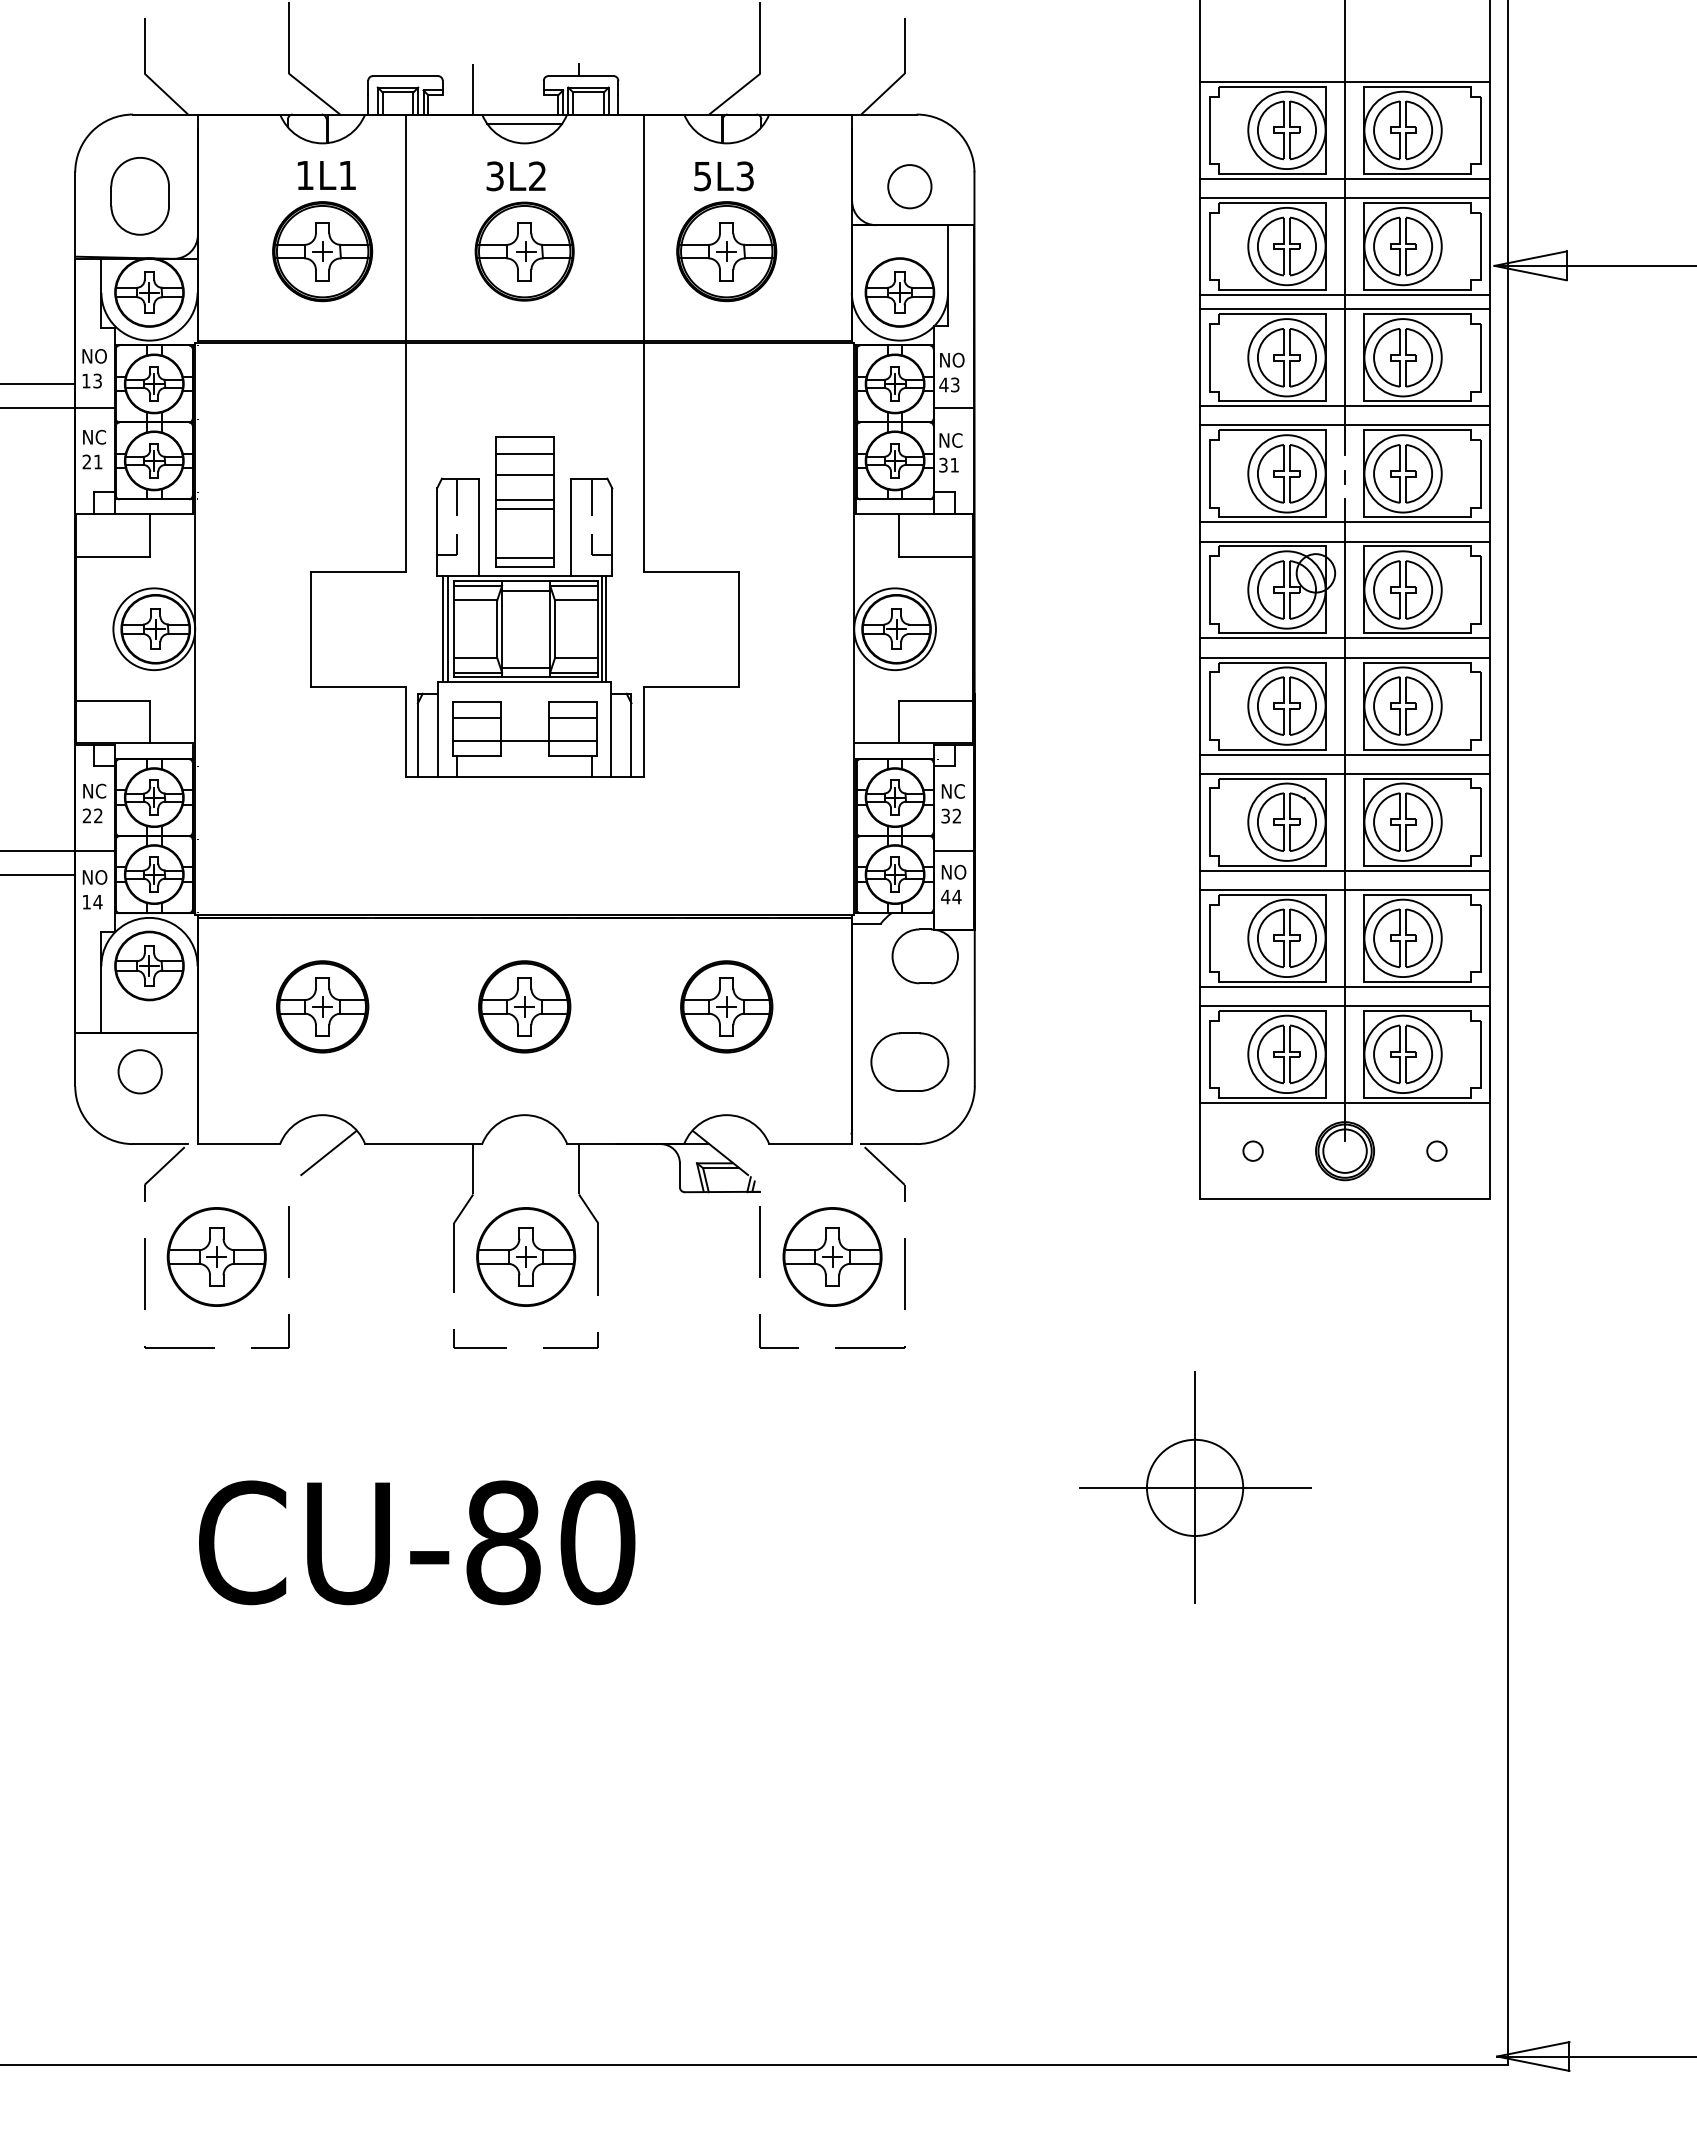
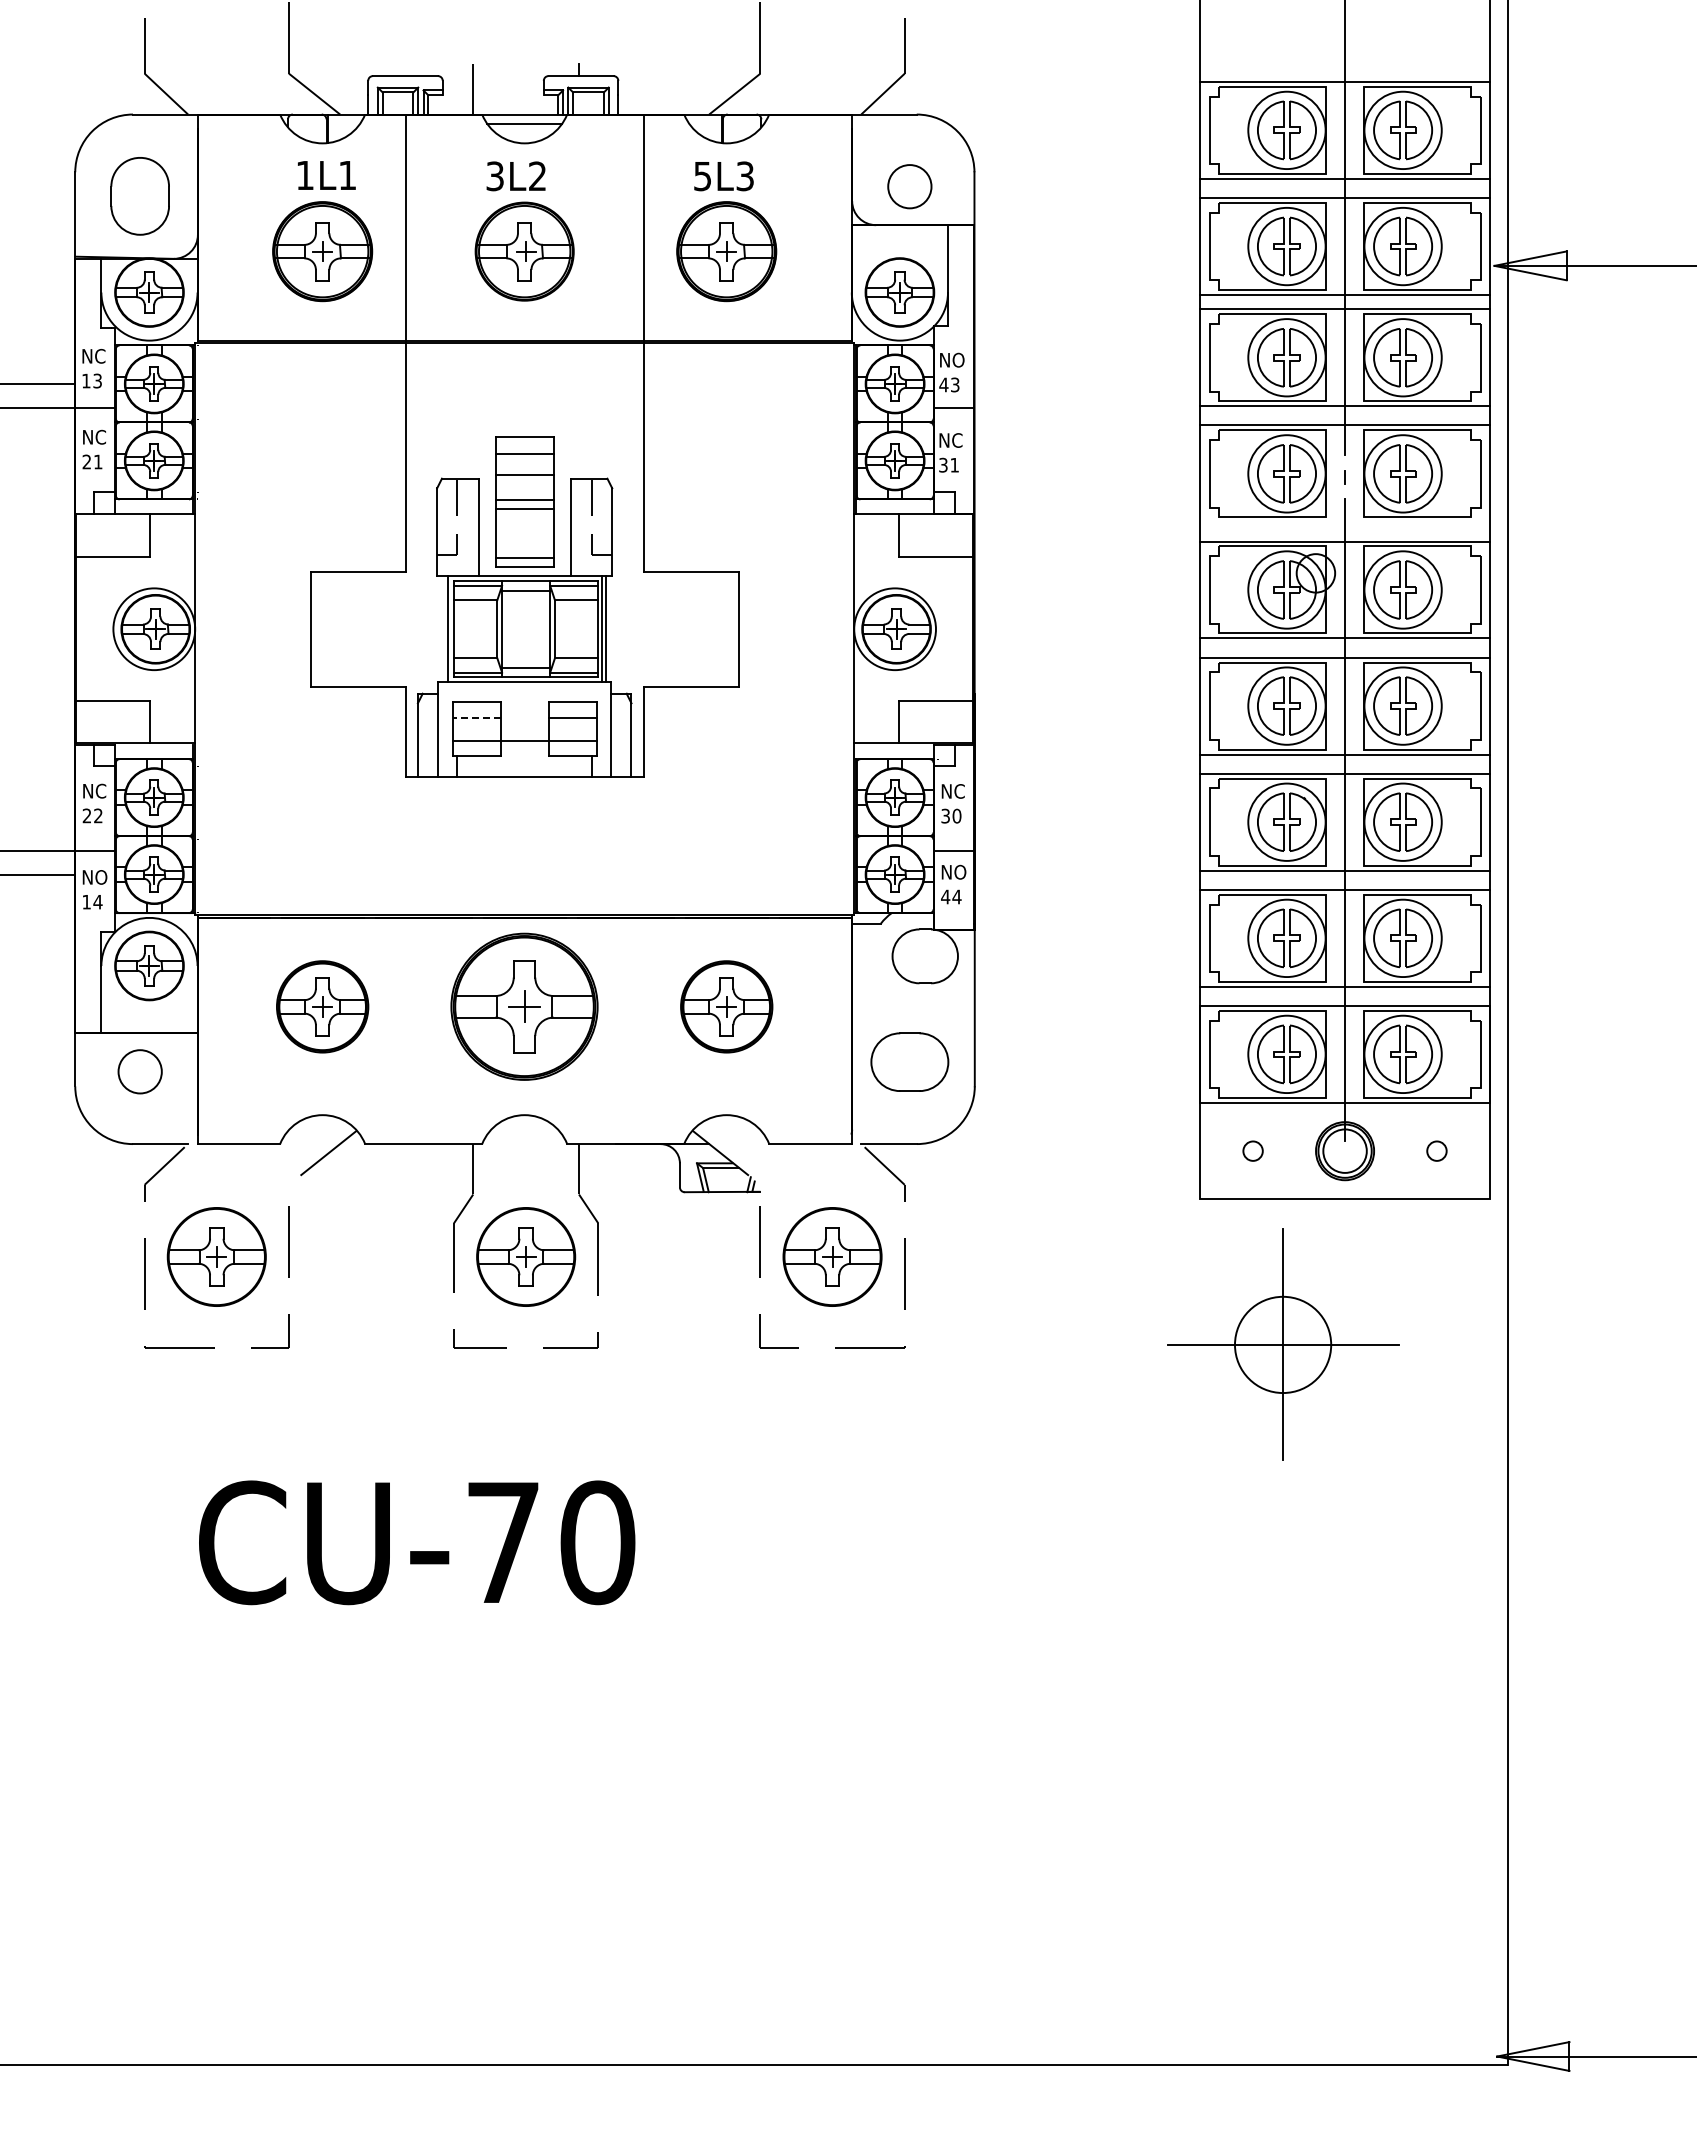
text at (104, 356): NO -> NC
line at (1344, 522): present -> none
line at (442, 629): present -> none
line at (476, 717): solid -> dashed
text at (956, 815): 32 -> 30
part at (524, 1006) size: 94x94 px -> 149x149 px
part at (1195, 1487) position: (1195, 1487) -> (1283, 1344)
text at (503, 1542): CU-80 -> CU-70
